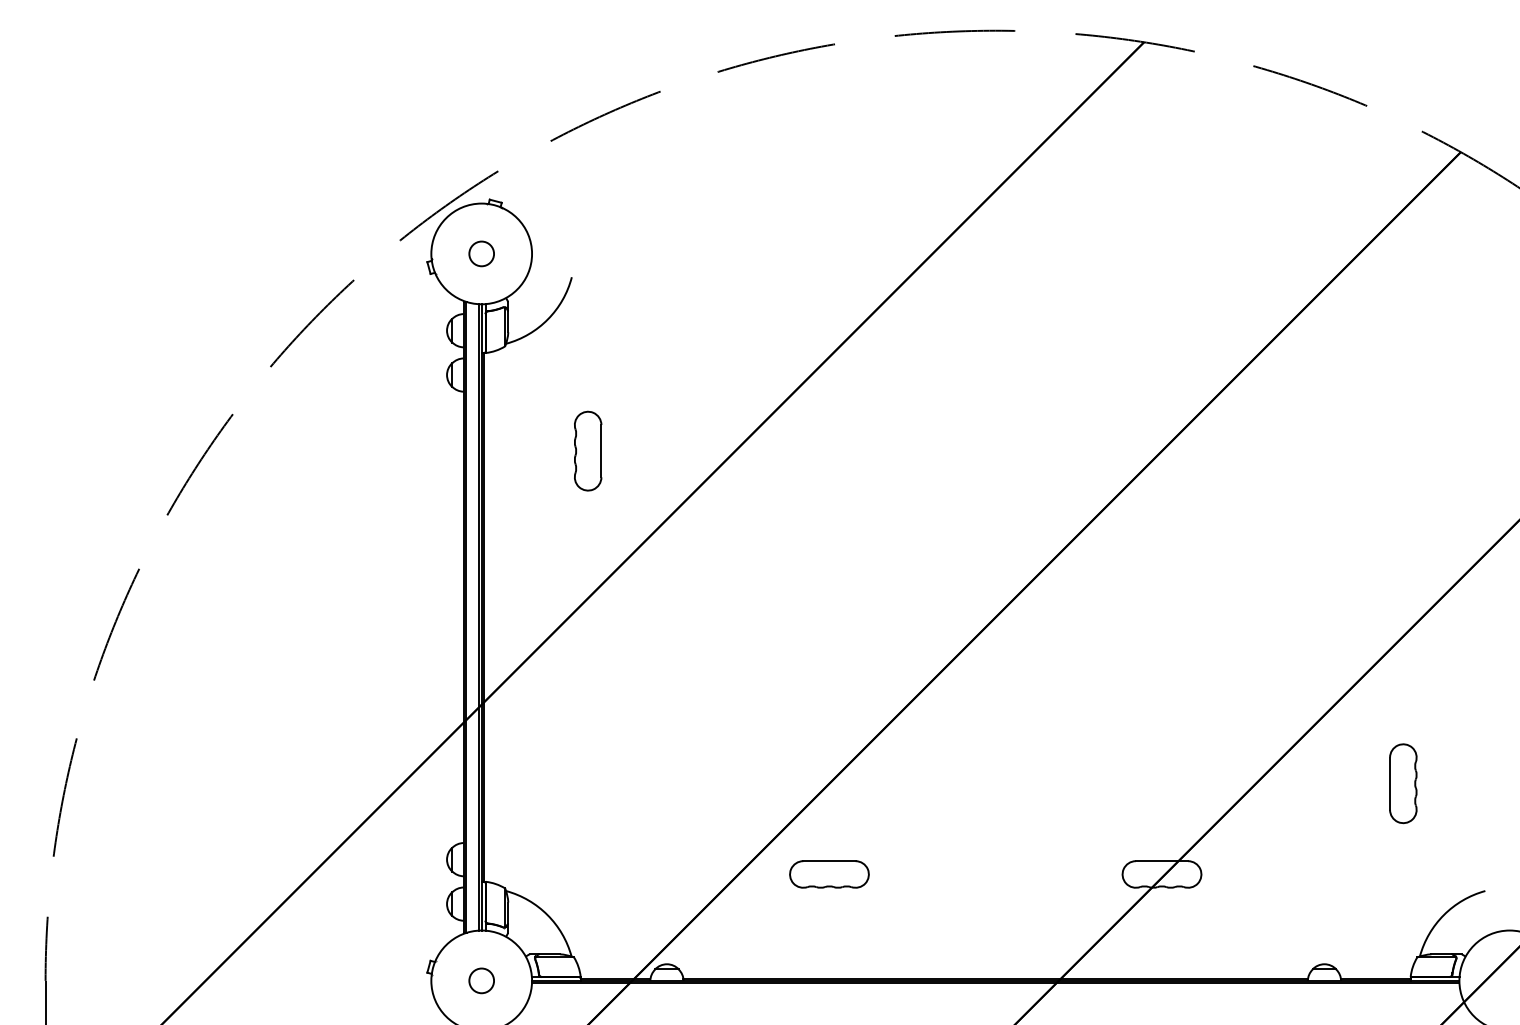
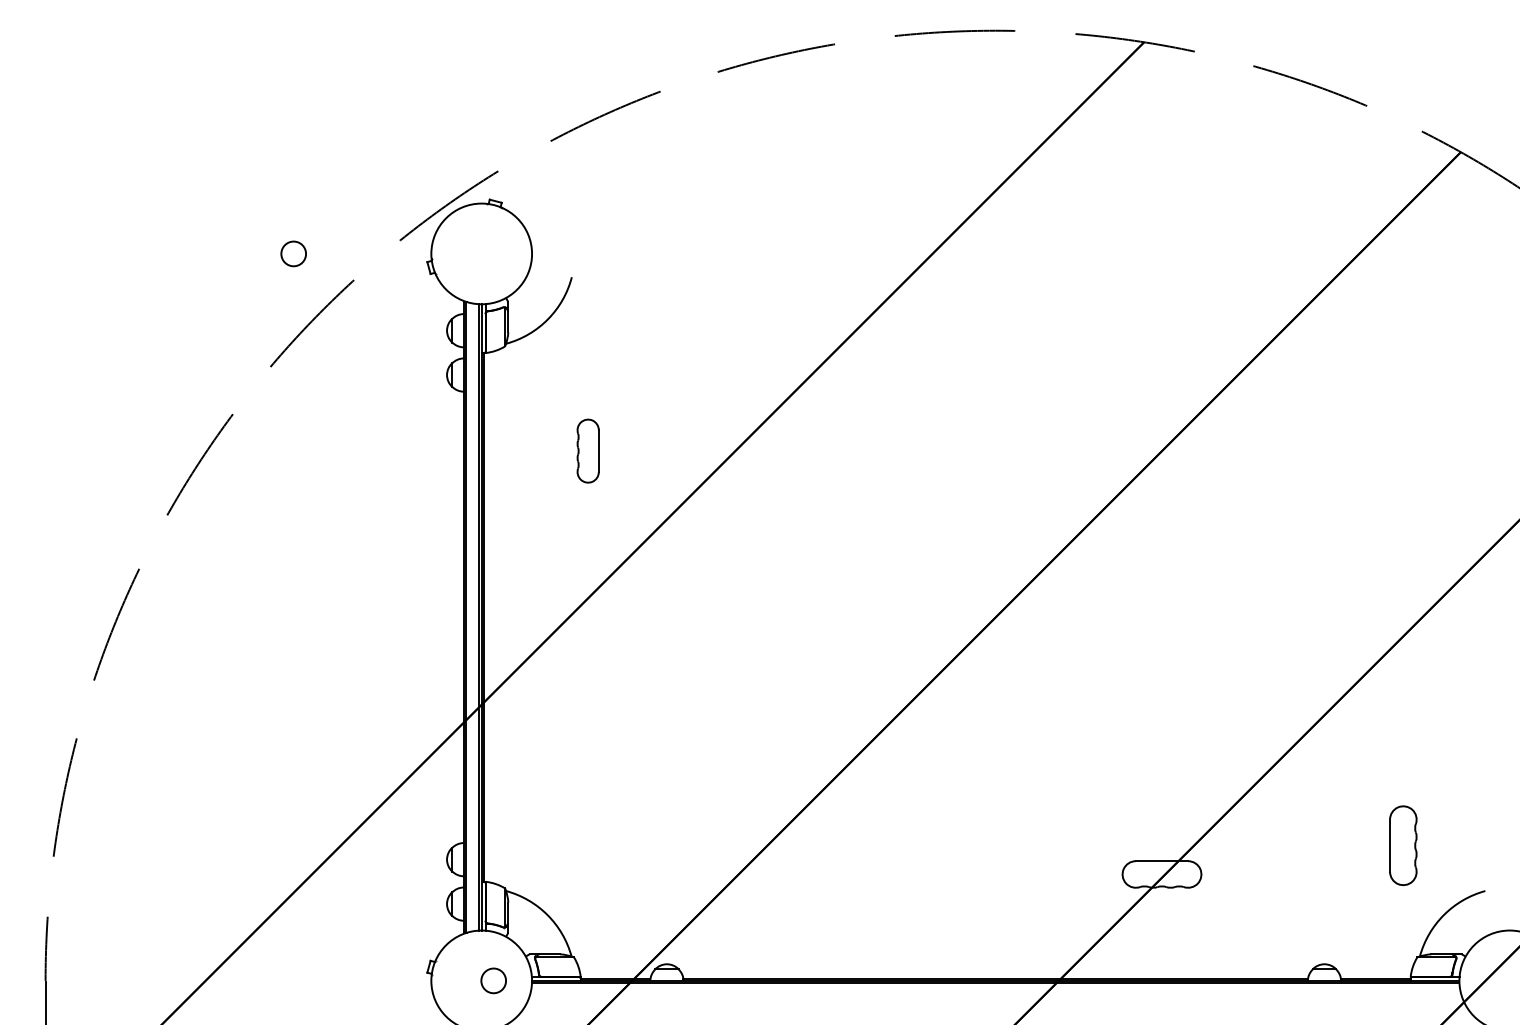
circle at (481, 253) position: (481, 253) -> (293, 253)
part at (588, 450) size: 29x82 px -> 24x66 px
part at (1403, 783) position: (1403, 783) -> (1403, 845)
part at (829, 874): present -> none
circle at (481, 980) position: (481, 980) -> (493, 980)
